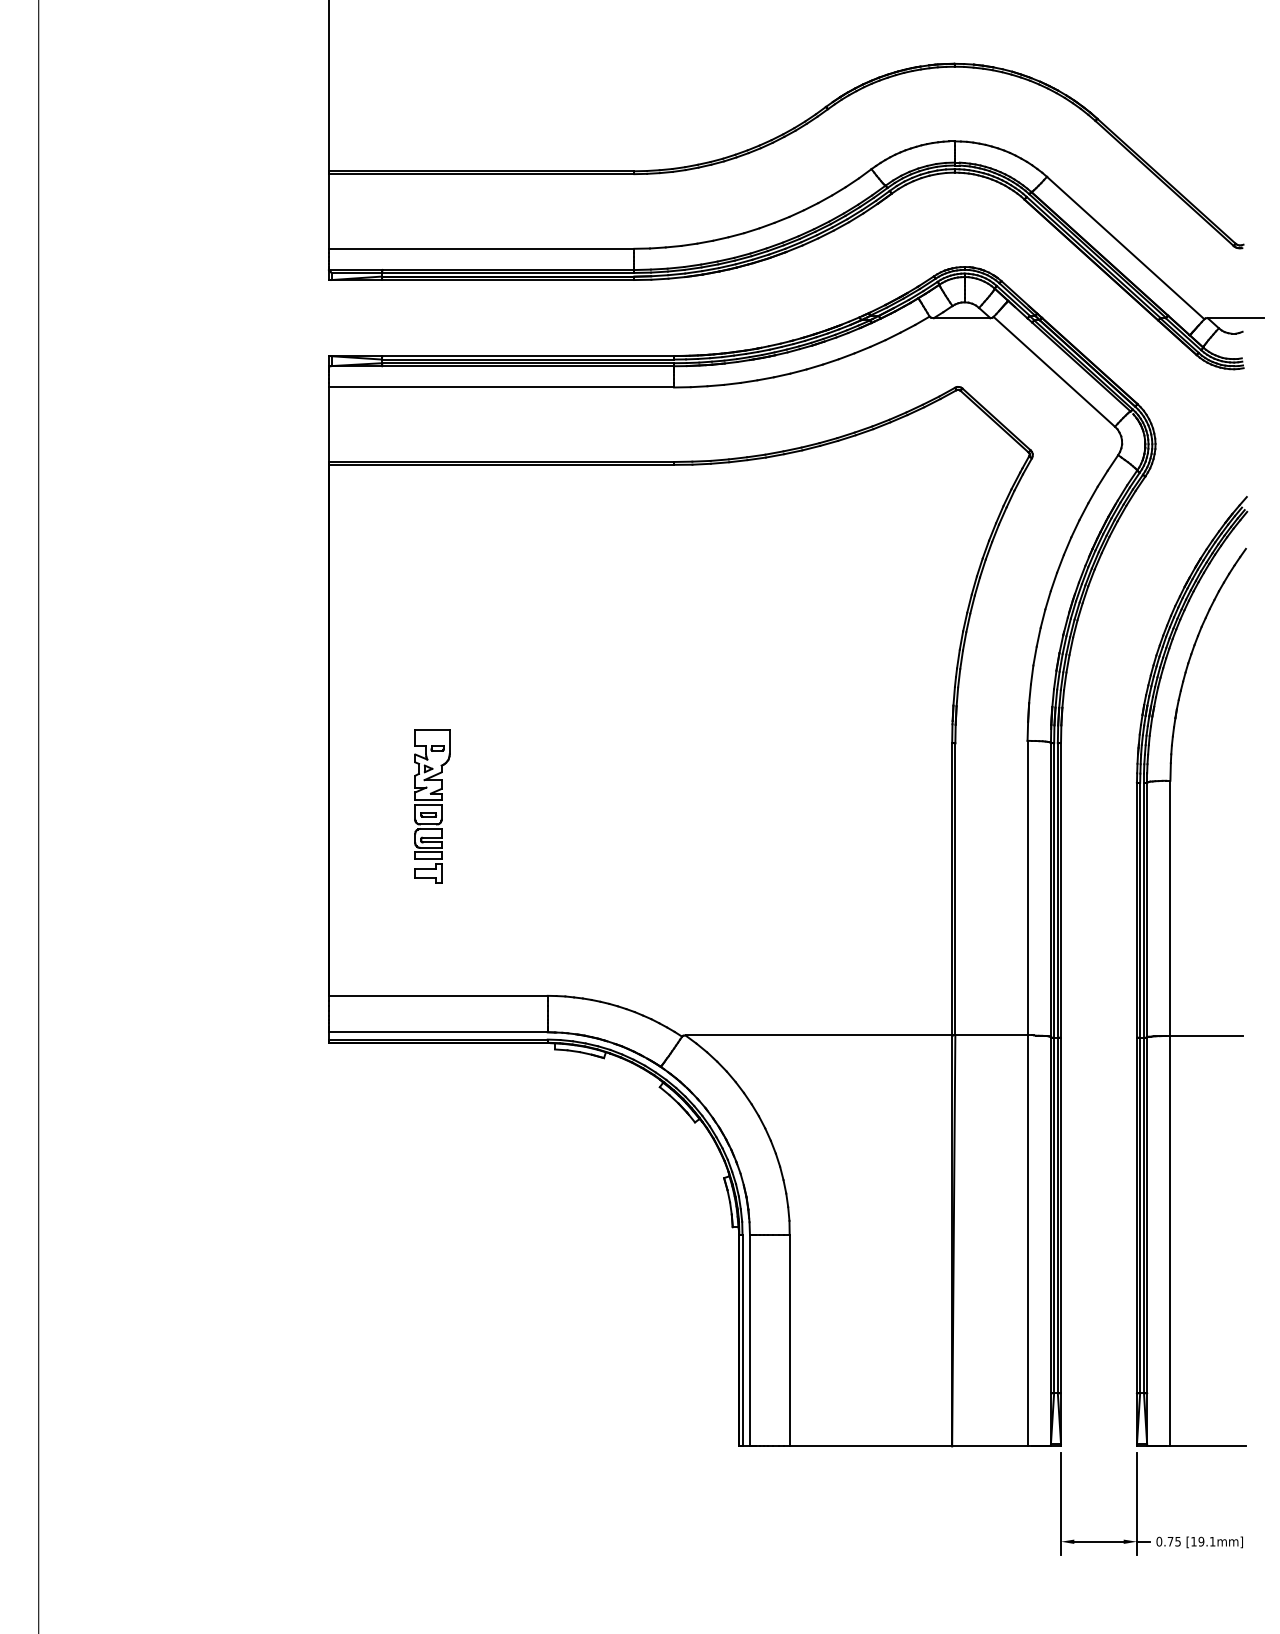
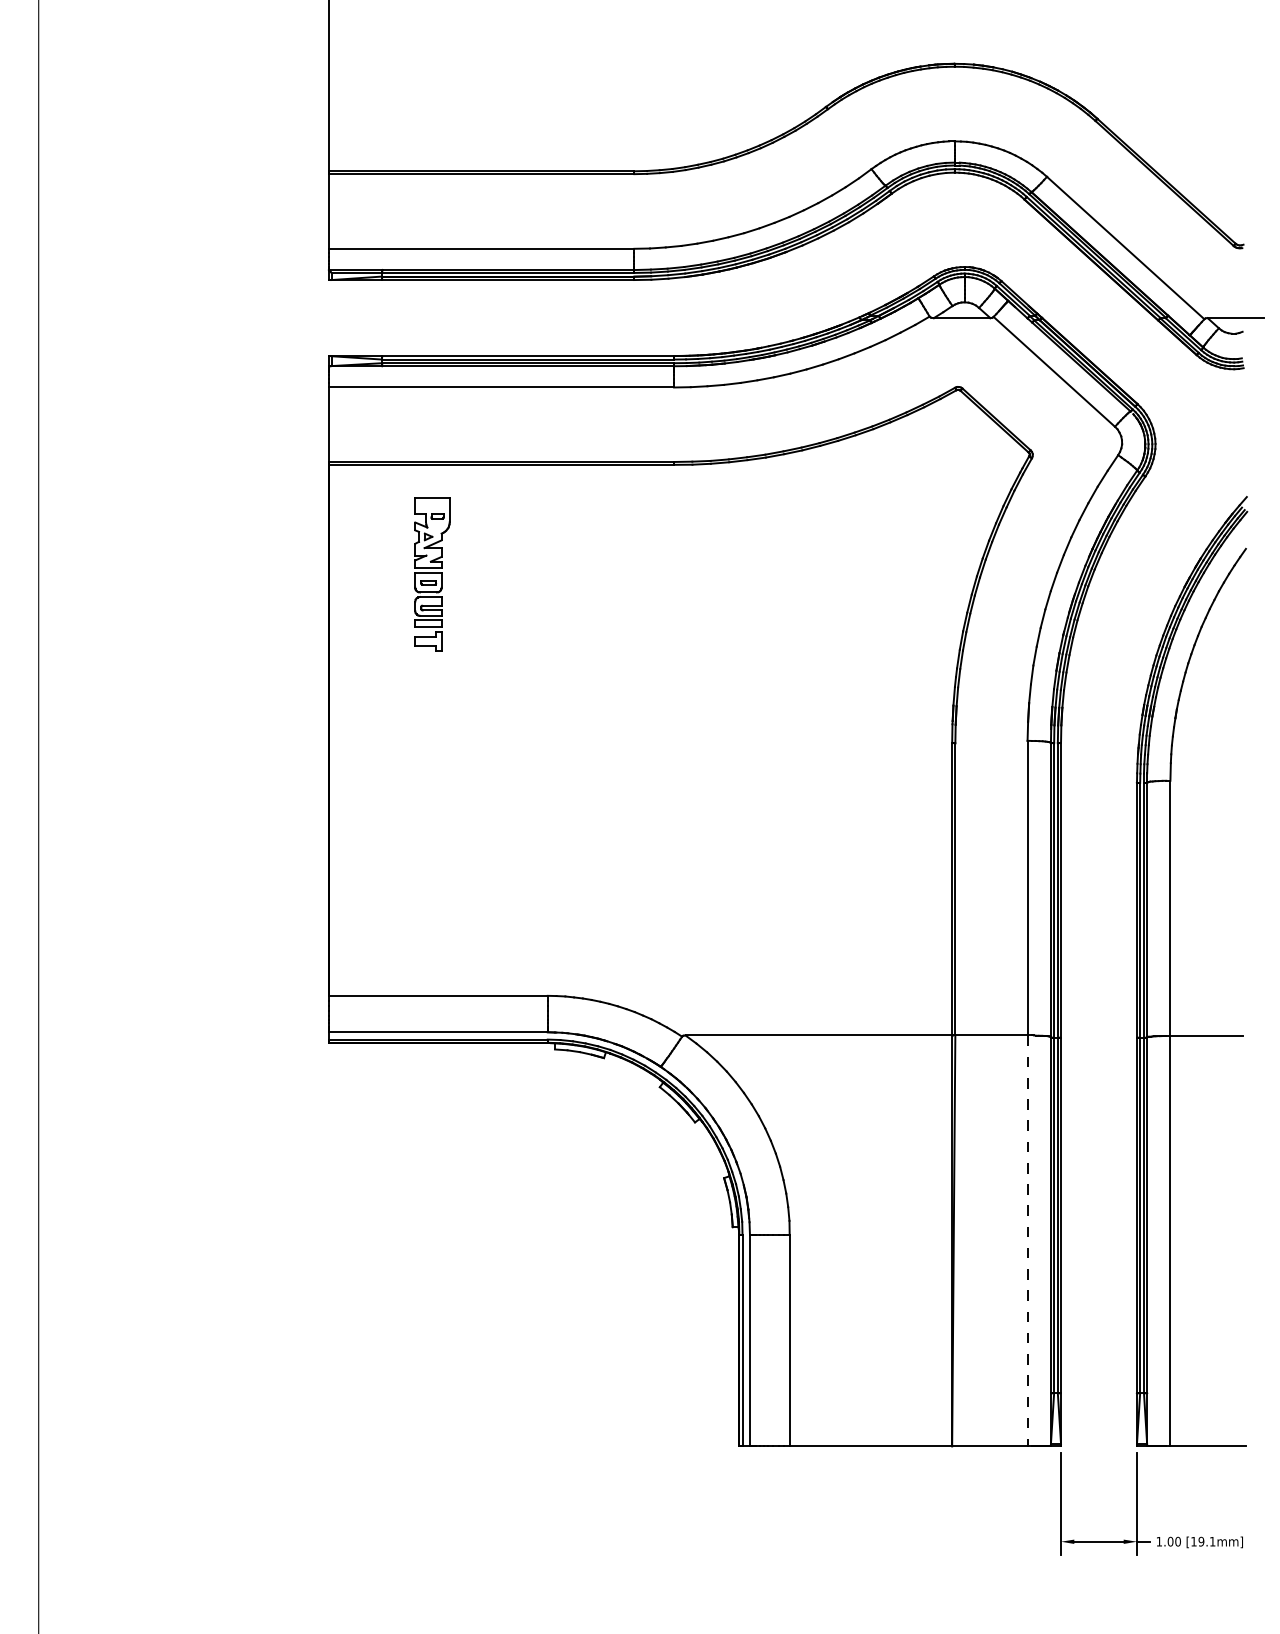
part at (432, 806) position: (432, 806) -> (432, 574)
line at (1027, 1240): solid -> dashed
text at (1168, 1541): 0.75 -> 1.00
